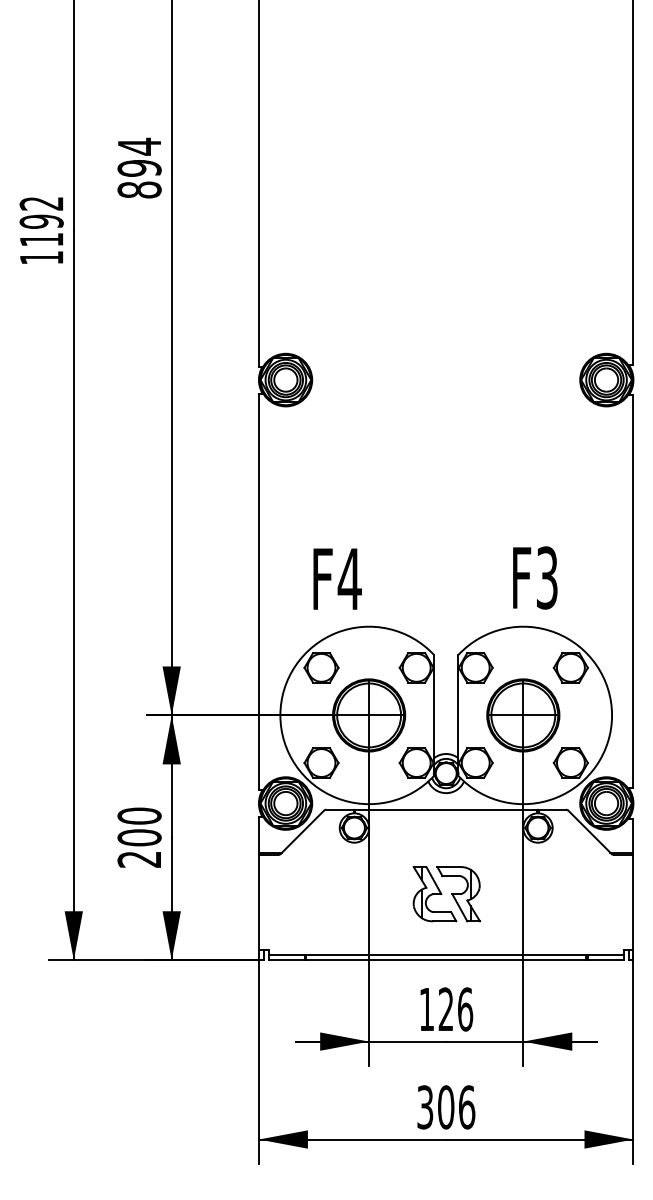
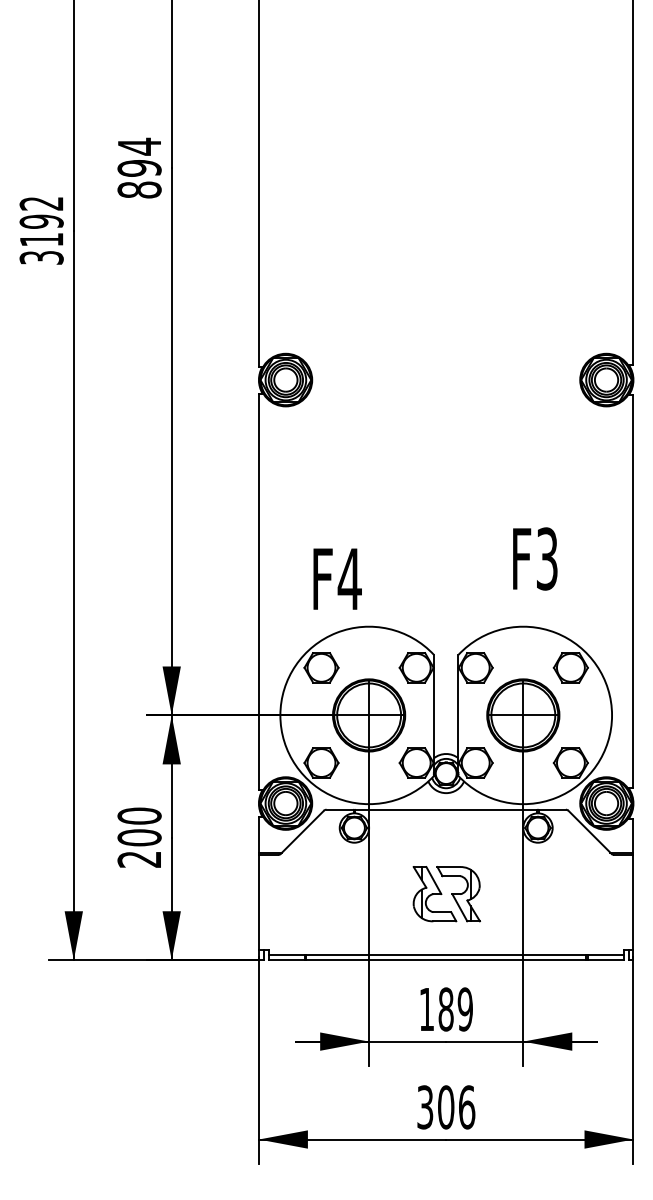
text at (41, 257): 1192 -> 3192
text at (535, 577) position: (535, 577) -> (535, 558)
text at (455, 1009): 126 -> 189
